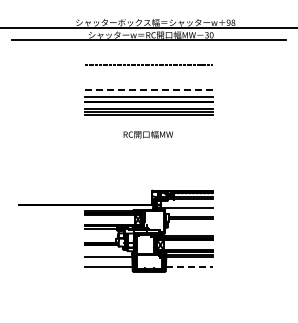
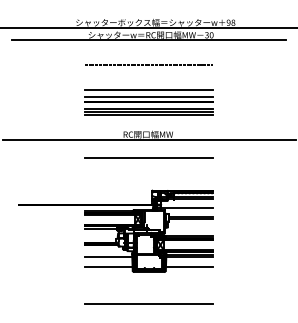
line at (149, 90): dashed -> solid
line at (148, 139): none -> present
line at (149, 157): none -> present
line at (189, 267): dashed -> solid
line at (149, 304): none -> present
